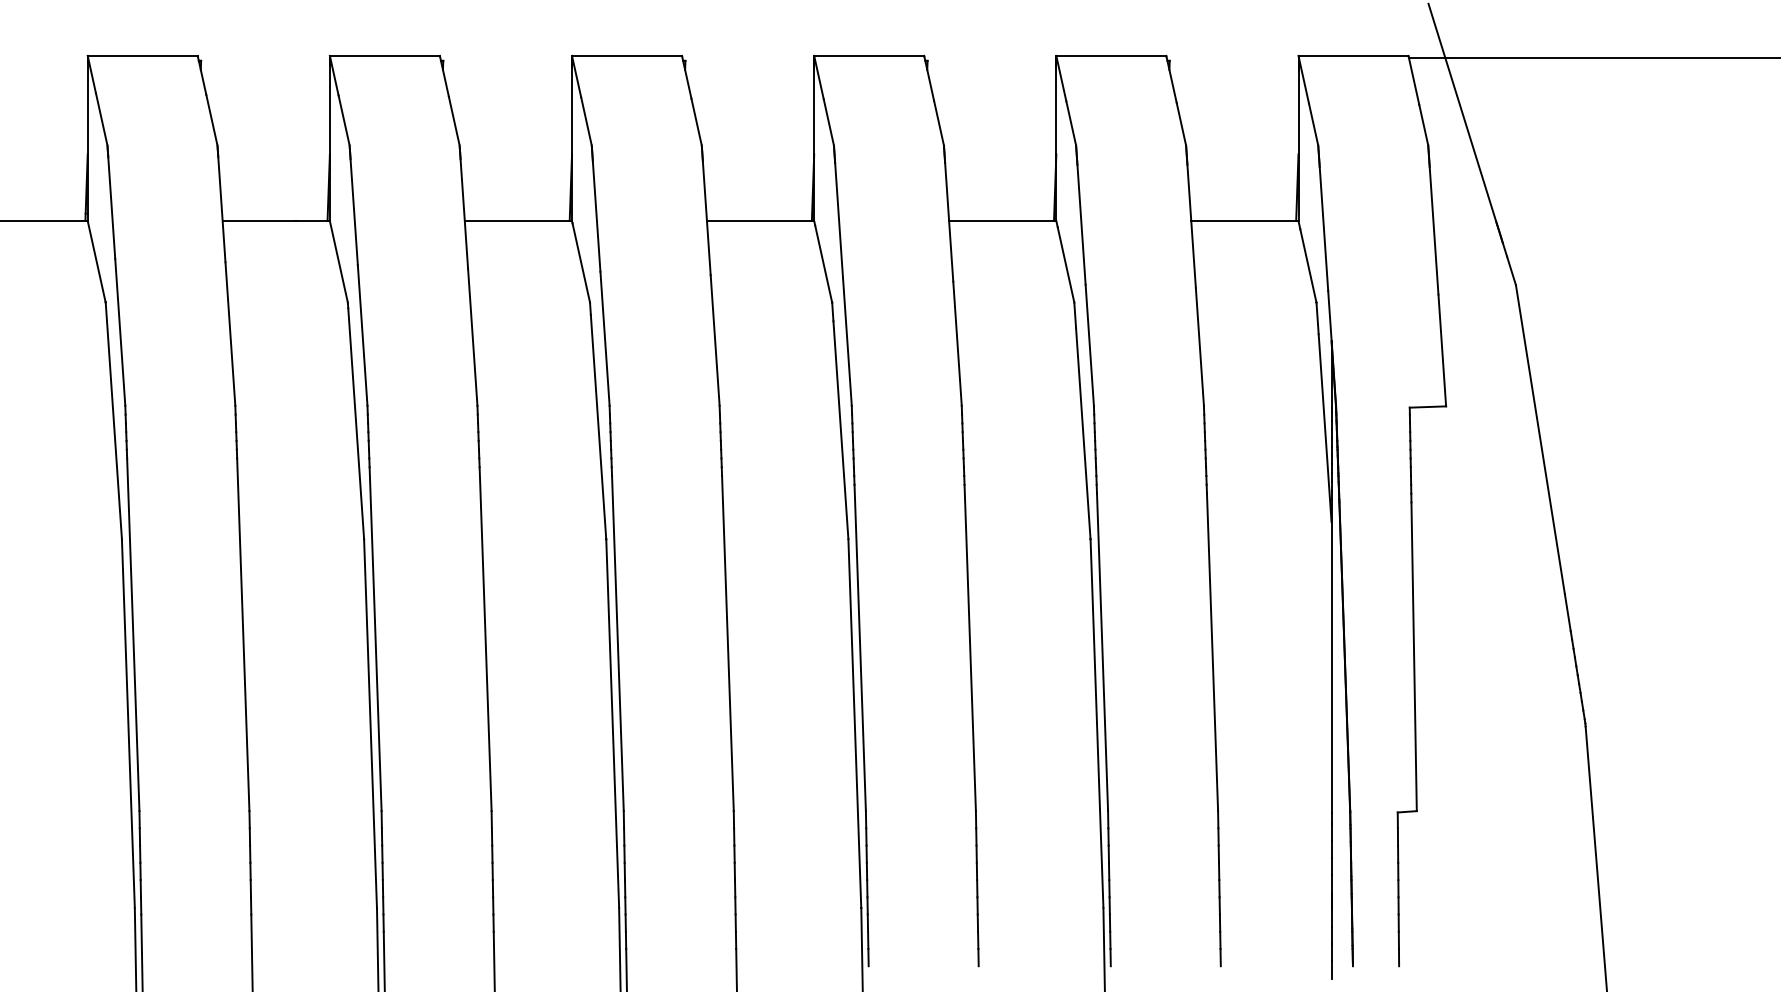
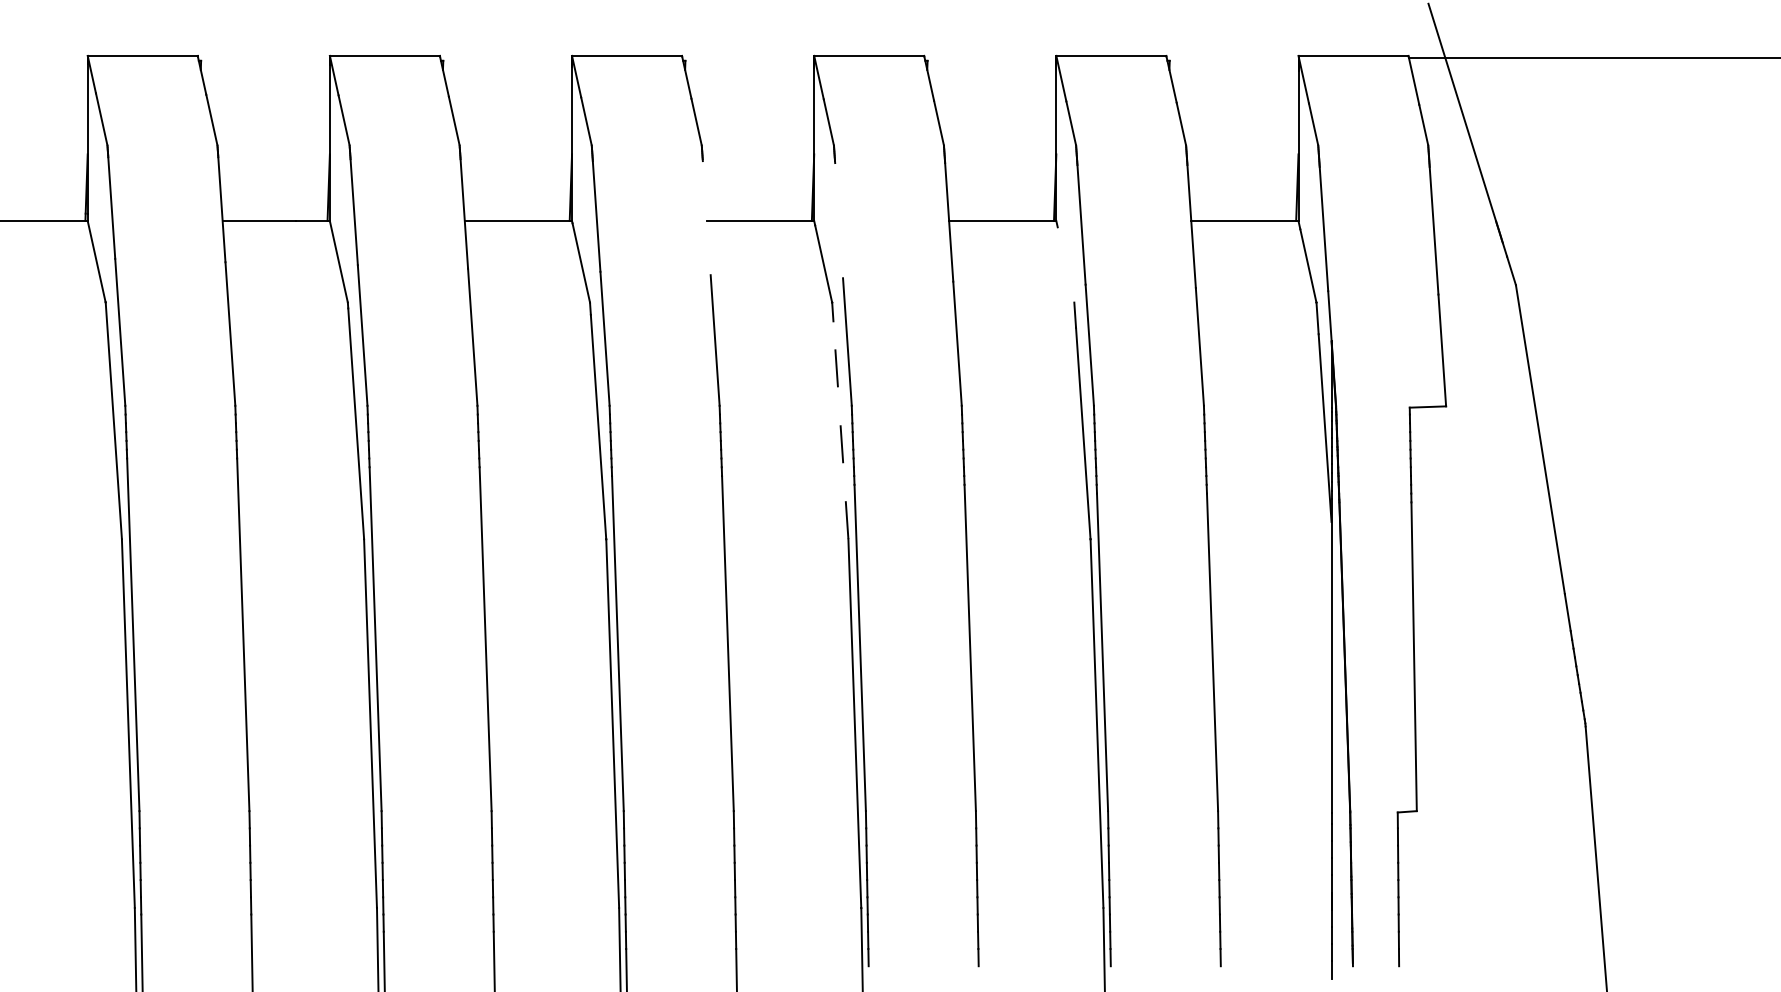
line at (706, 218): present -> none
line at (839, 220): present -> none
line at (1065, 264): present -> none
line at (840, 429): solid -> dashed
